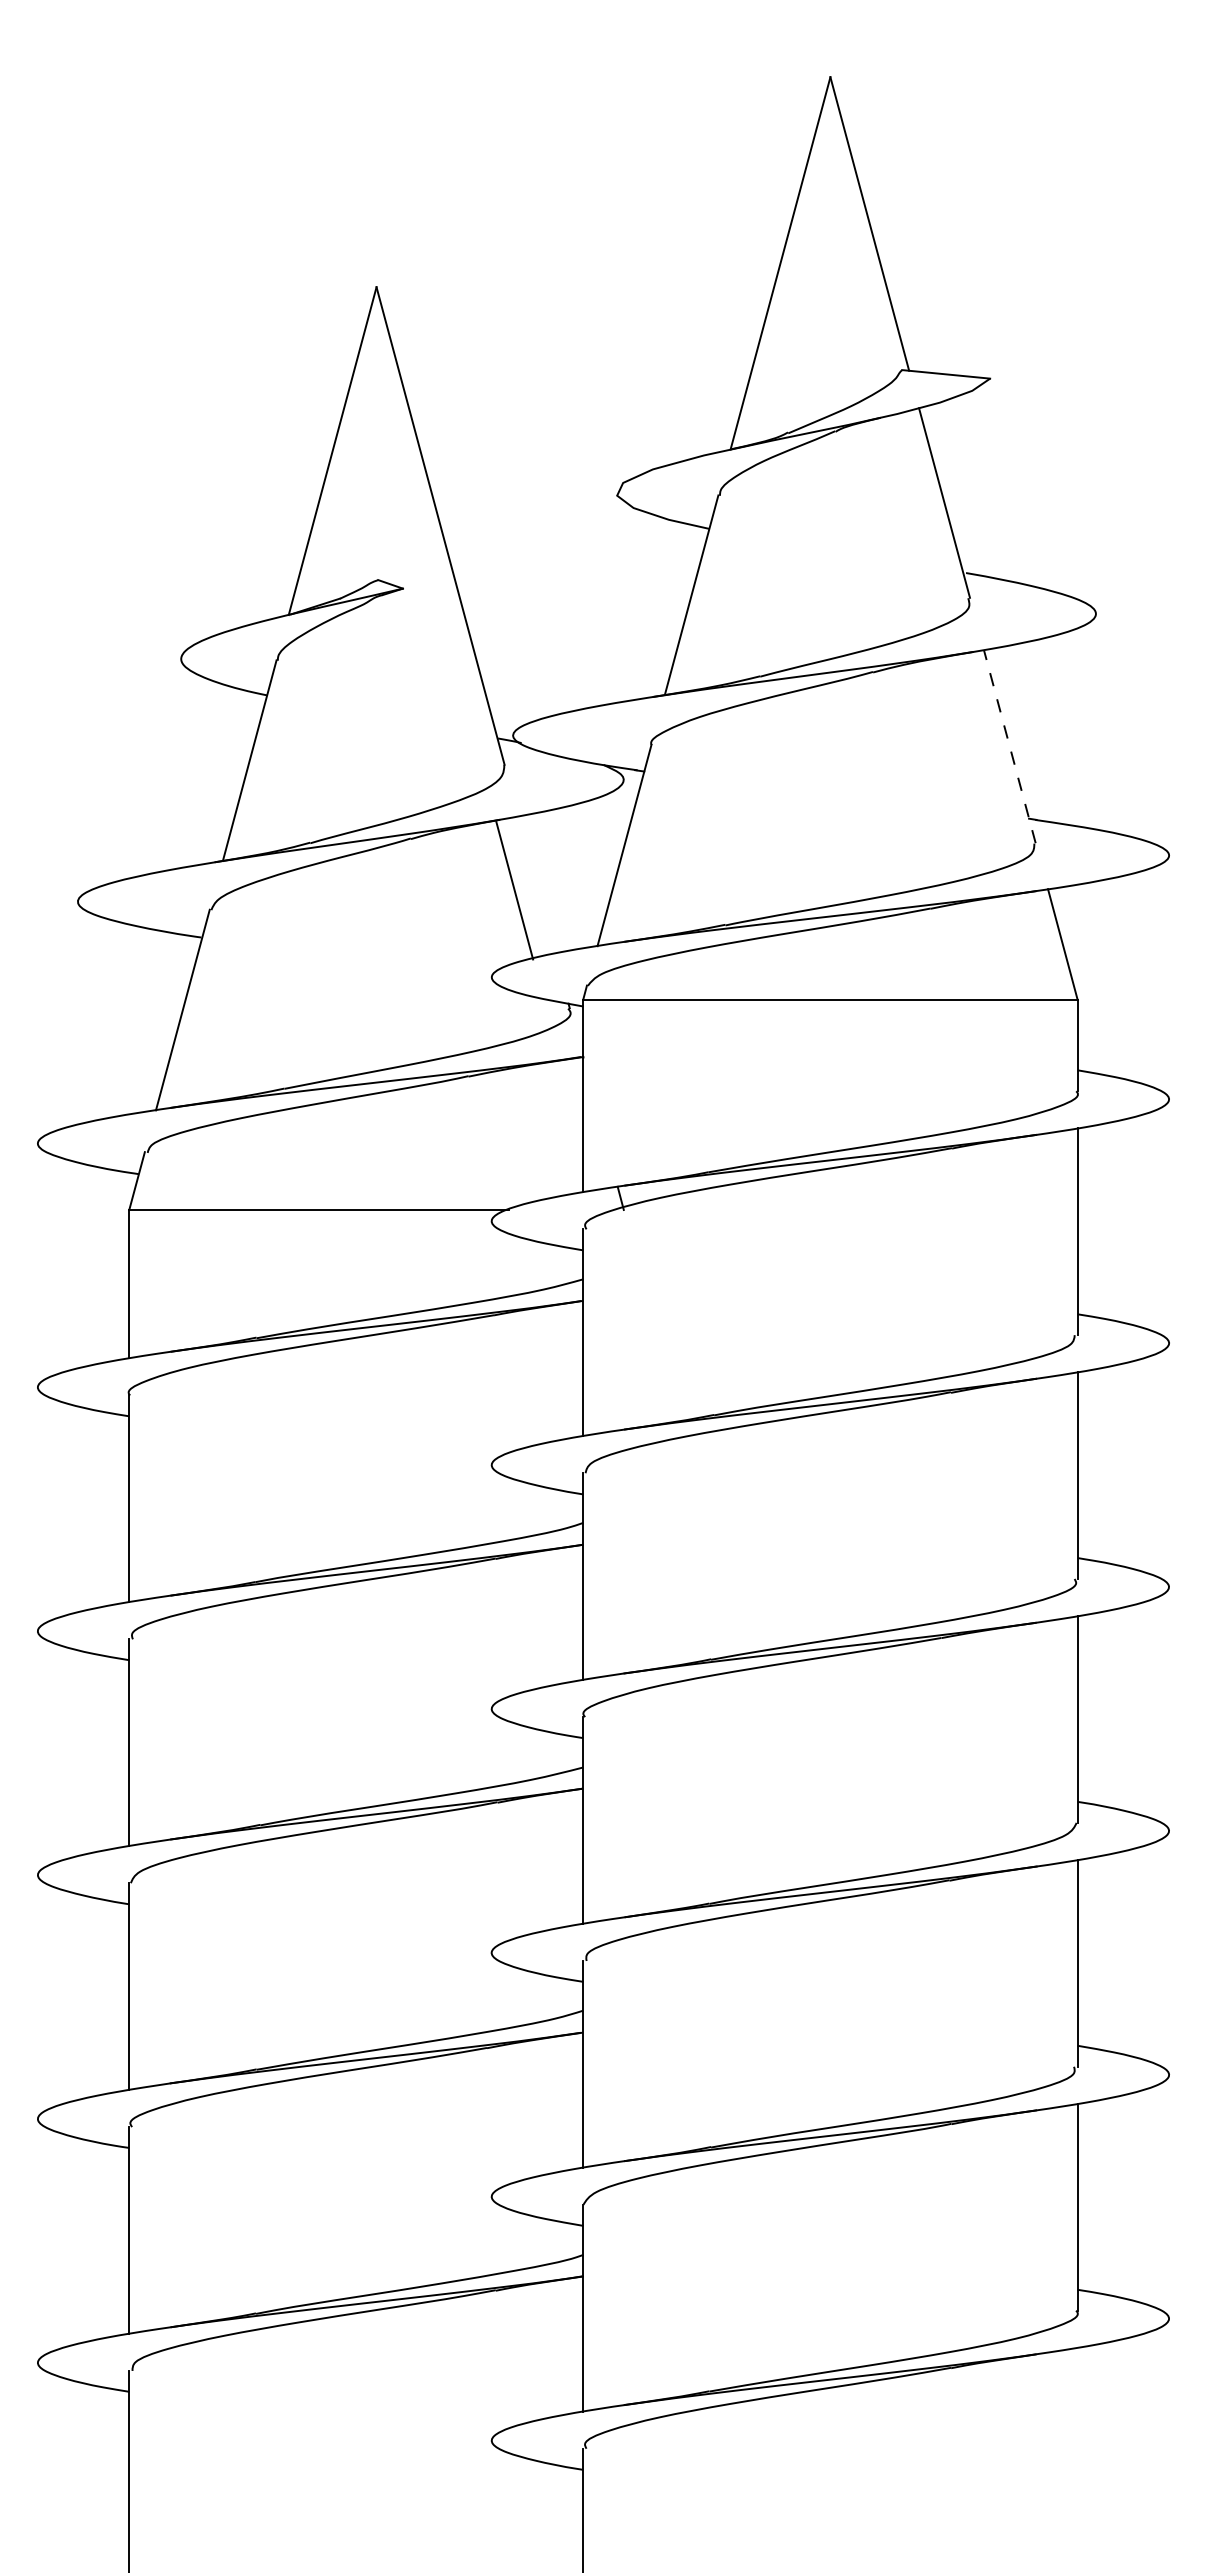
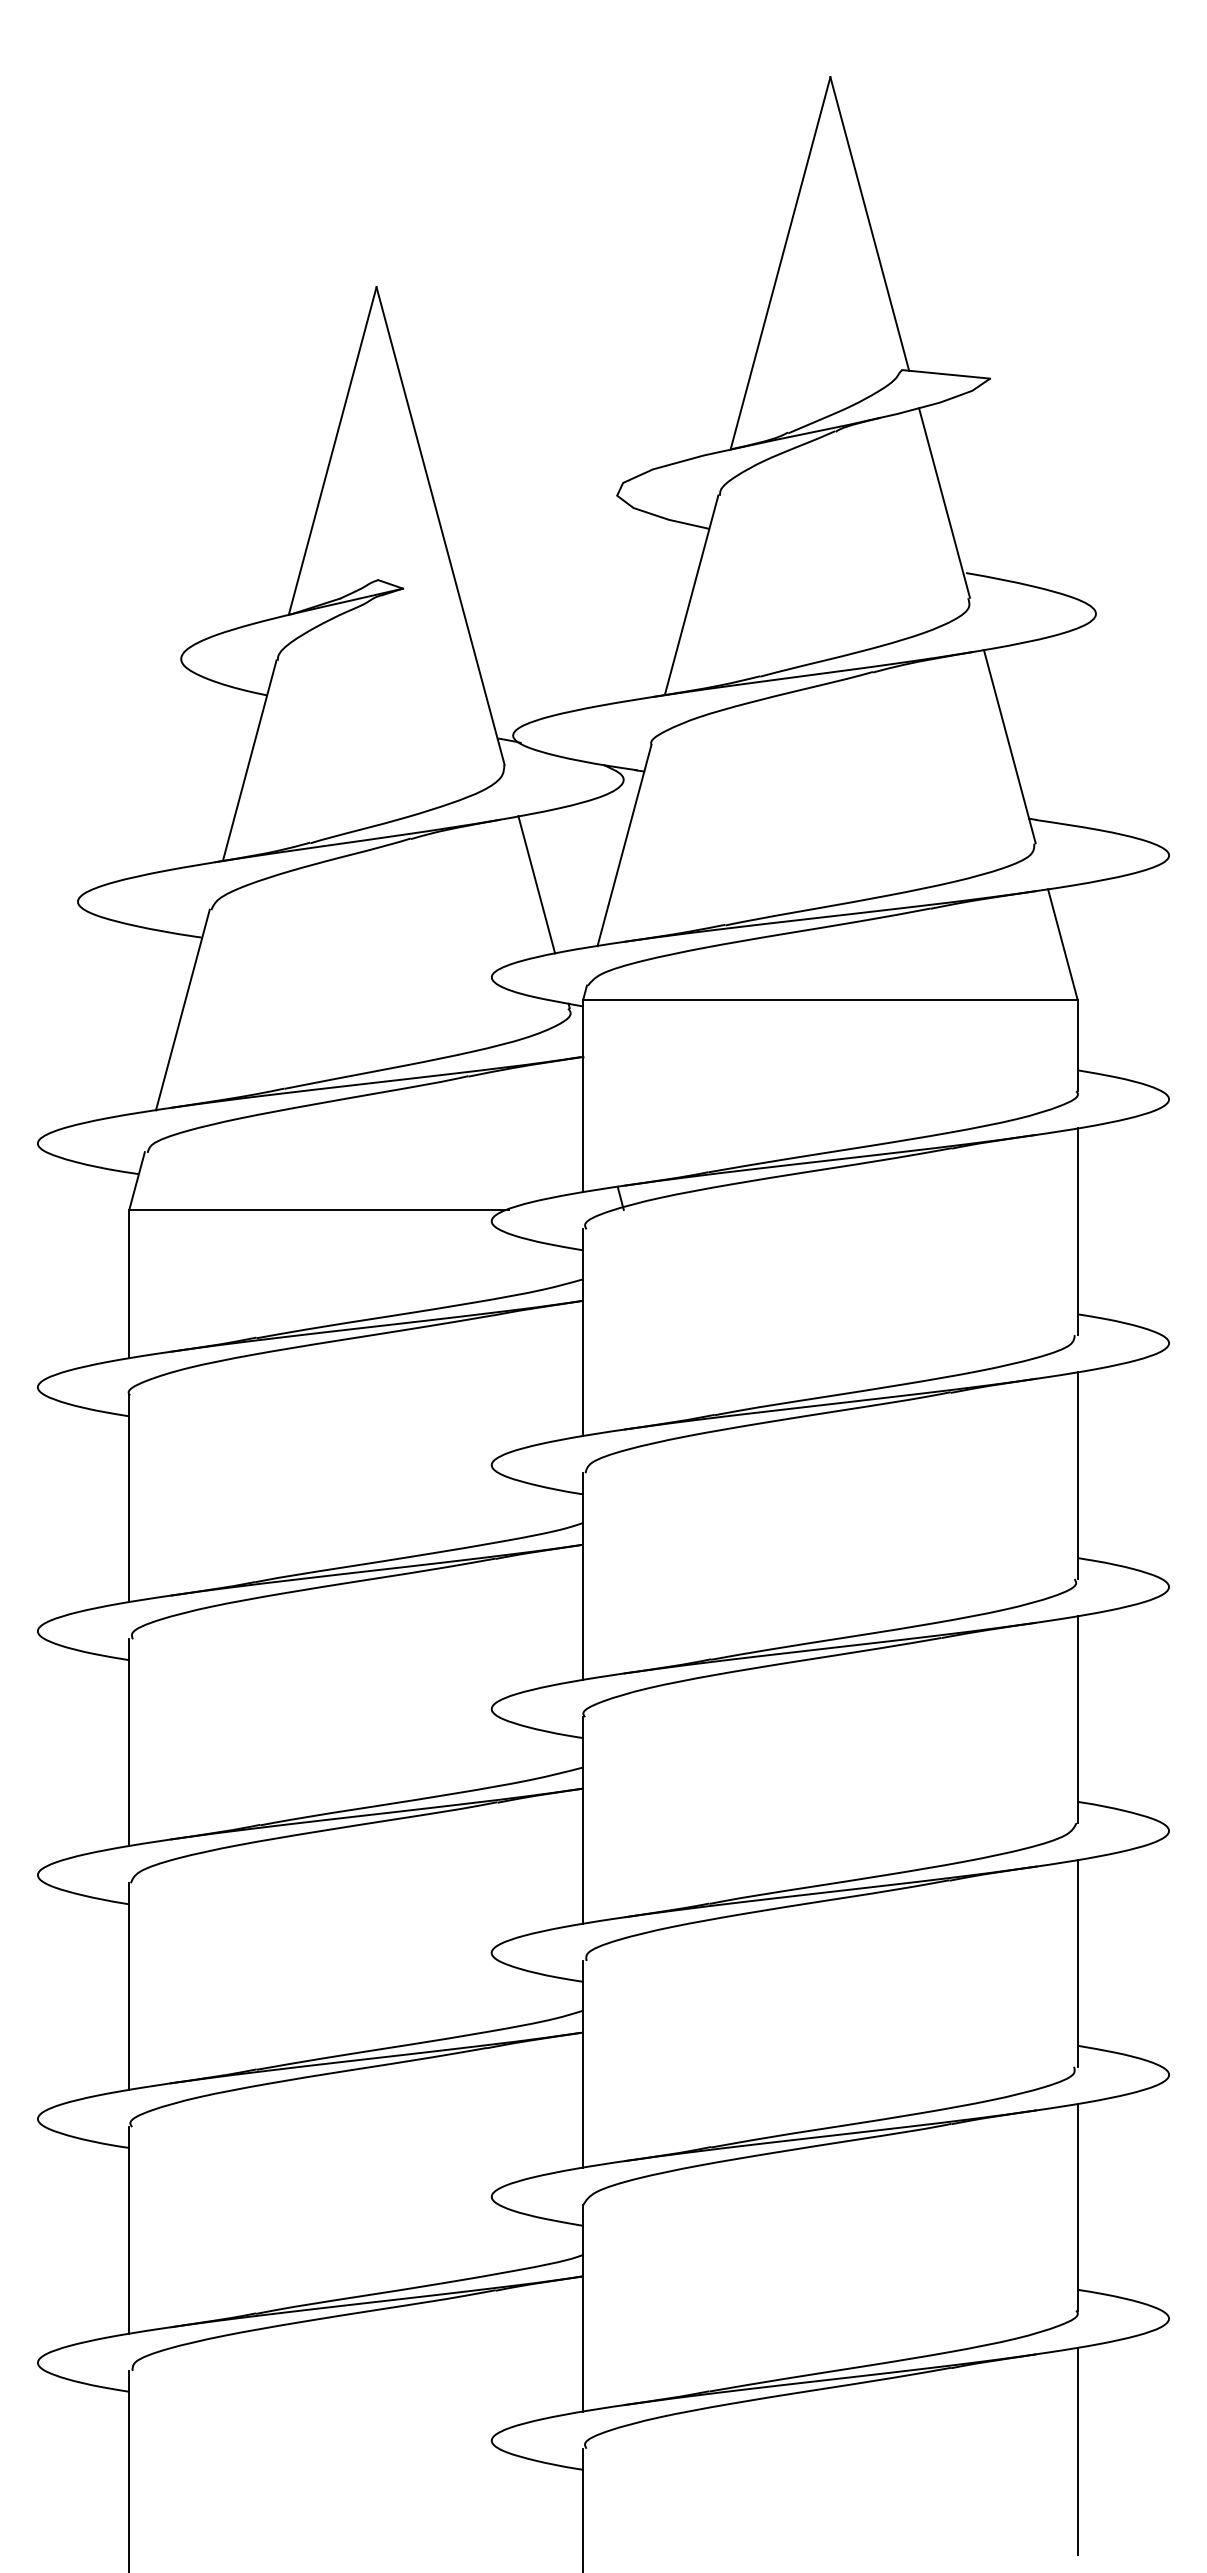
line at (1009, 746): dashed -> solid
line at (514, 890) position: (514, 890) -> (536, 884)
line at (1077, 2450): none -> present
